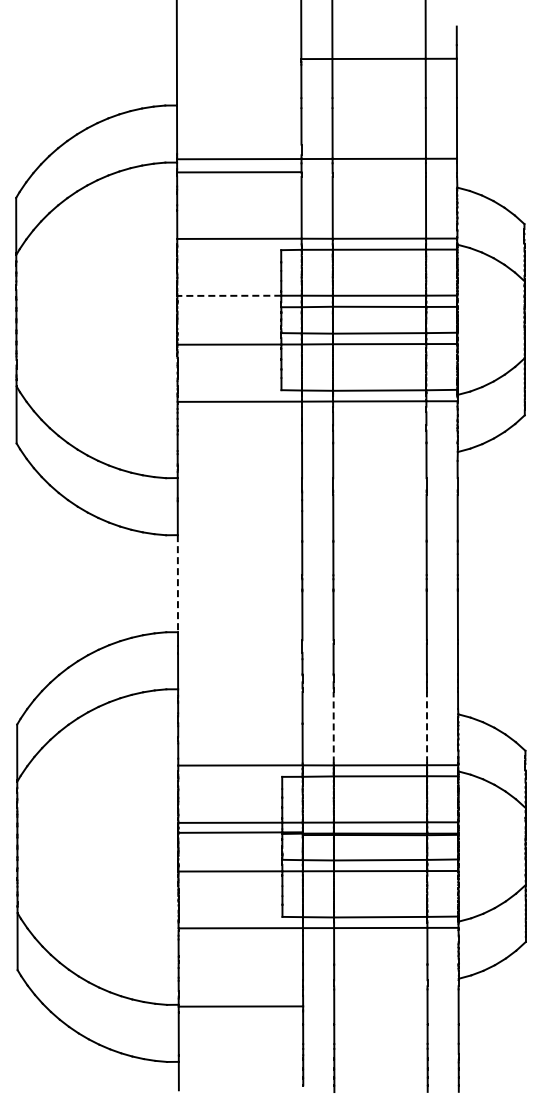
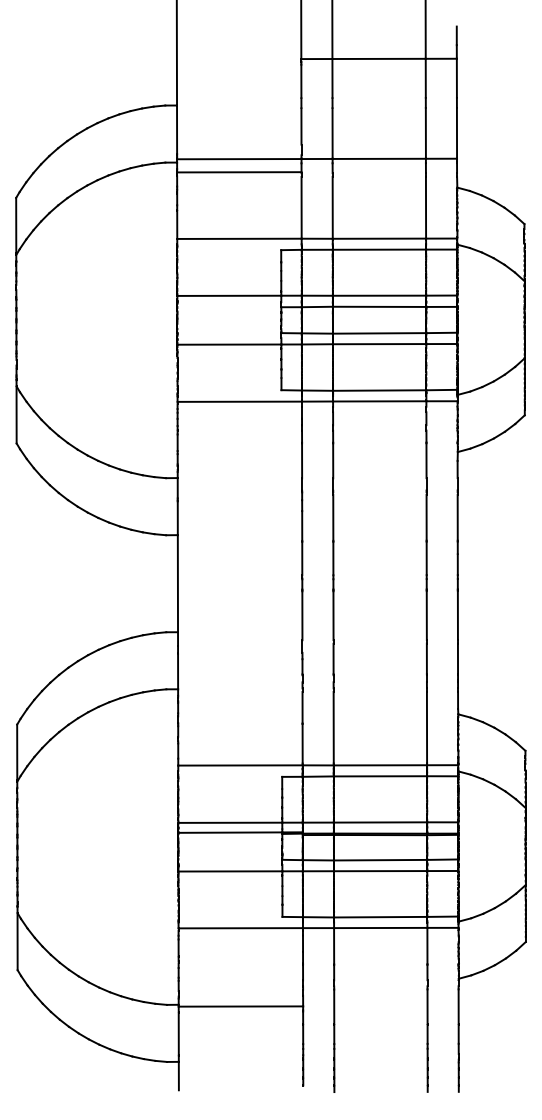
line at (229, 295): dashed -> solid
line at (177, 583): dashed -> solid
line at (333, 727): dashed -> solid
line at (427, 727): dashed -> solid
